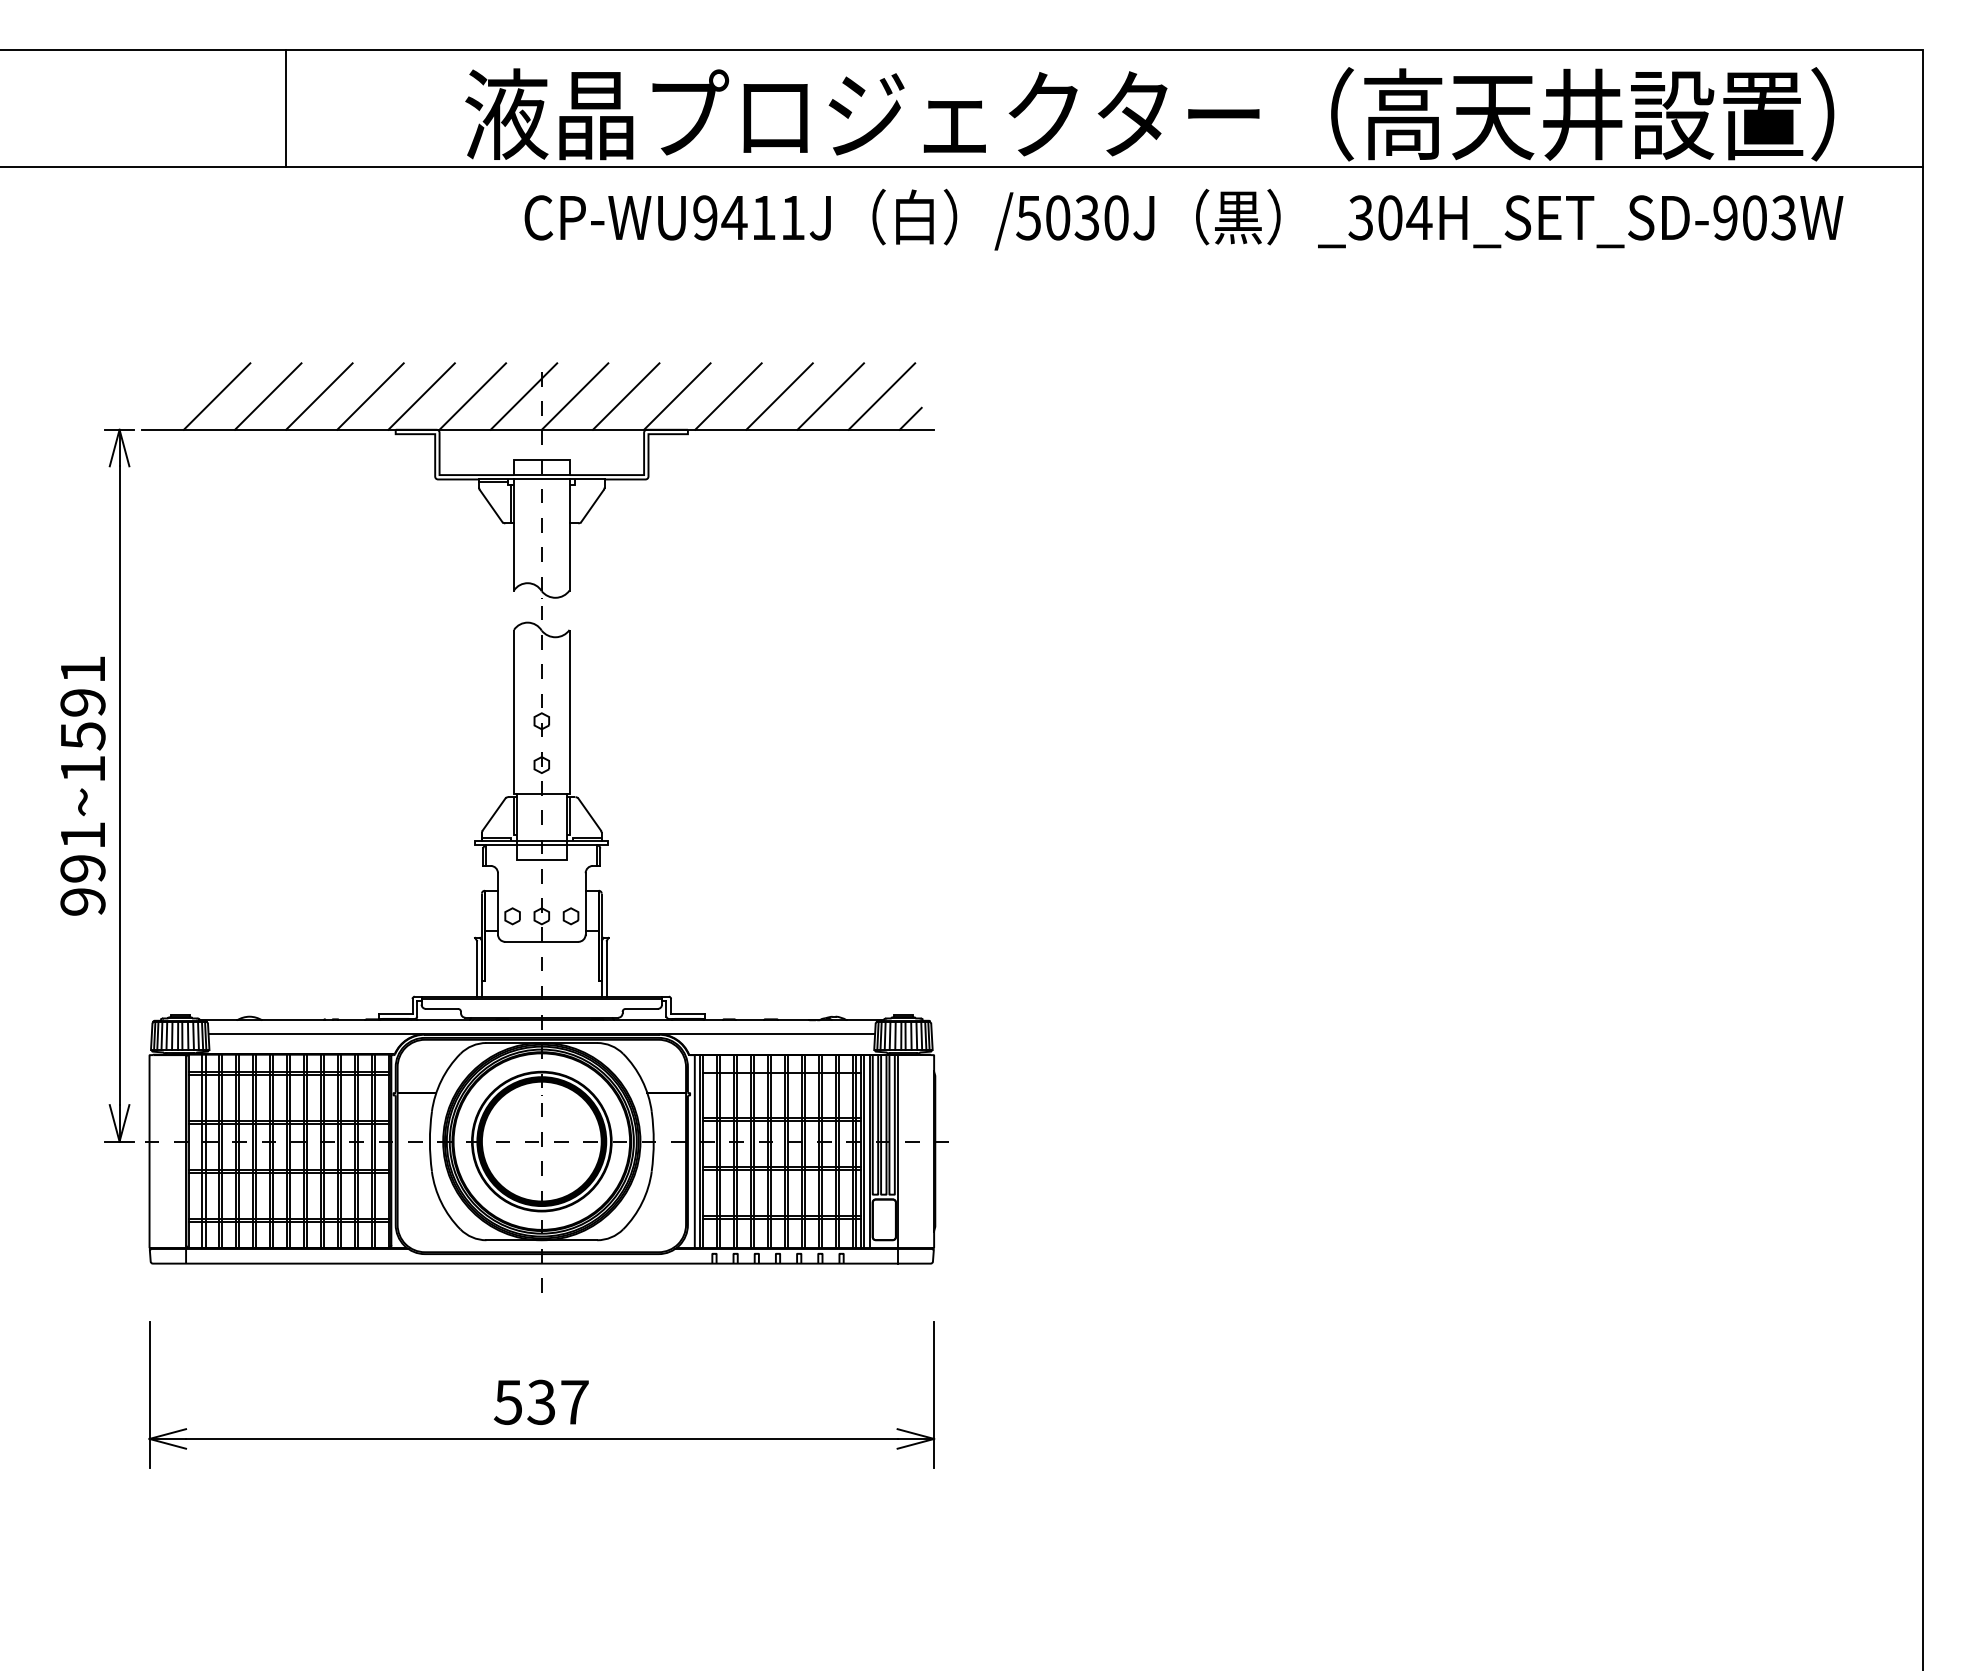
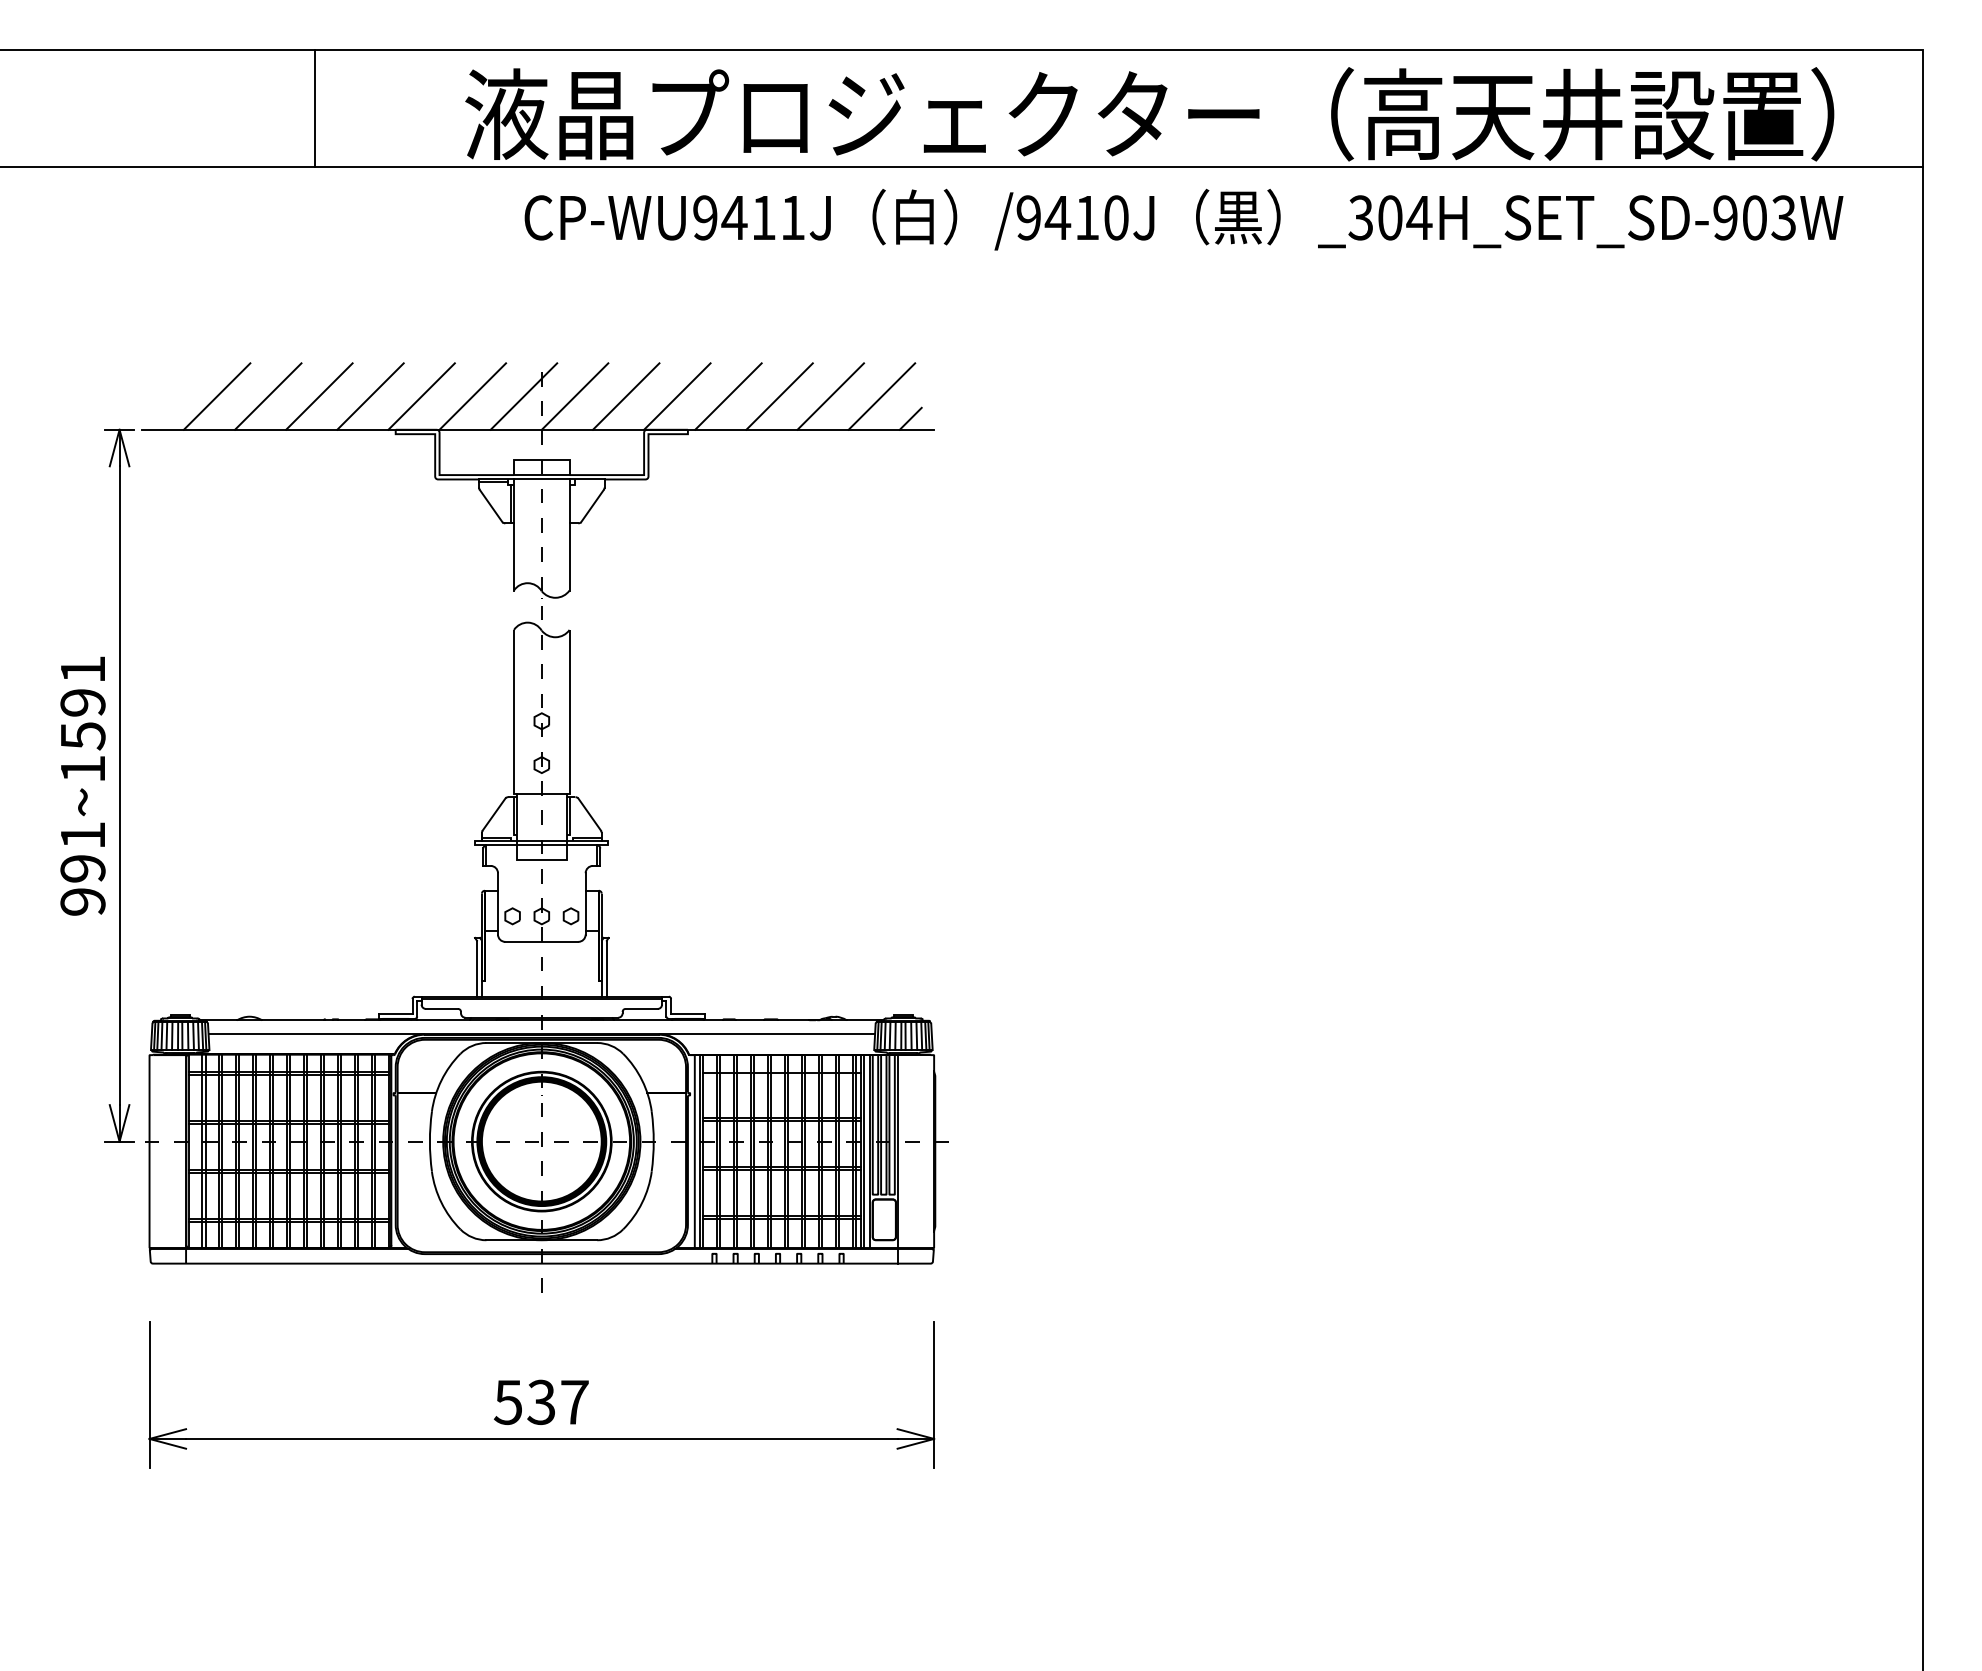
line at (286, 107) position: (286, 107) -> (315, 107)
text at (1057, 217): /5030J -> /9410J
